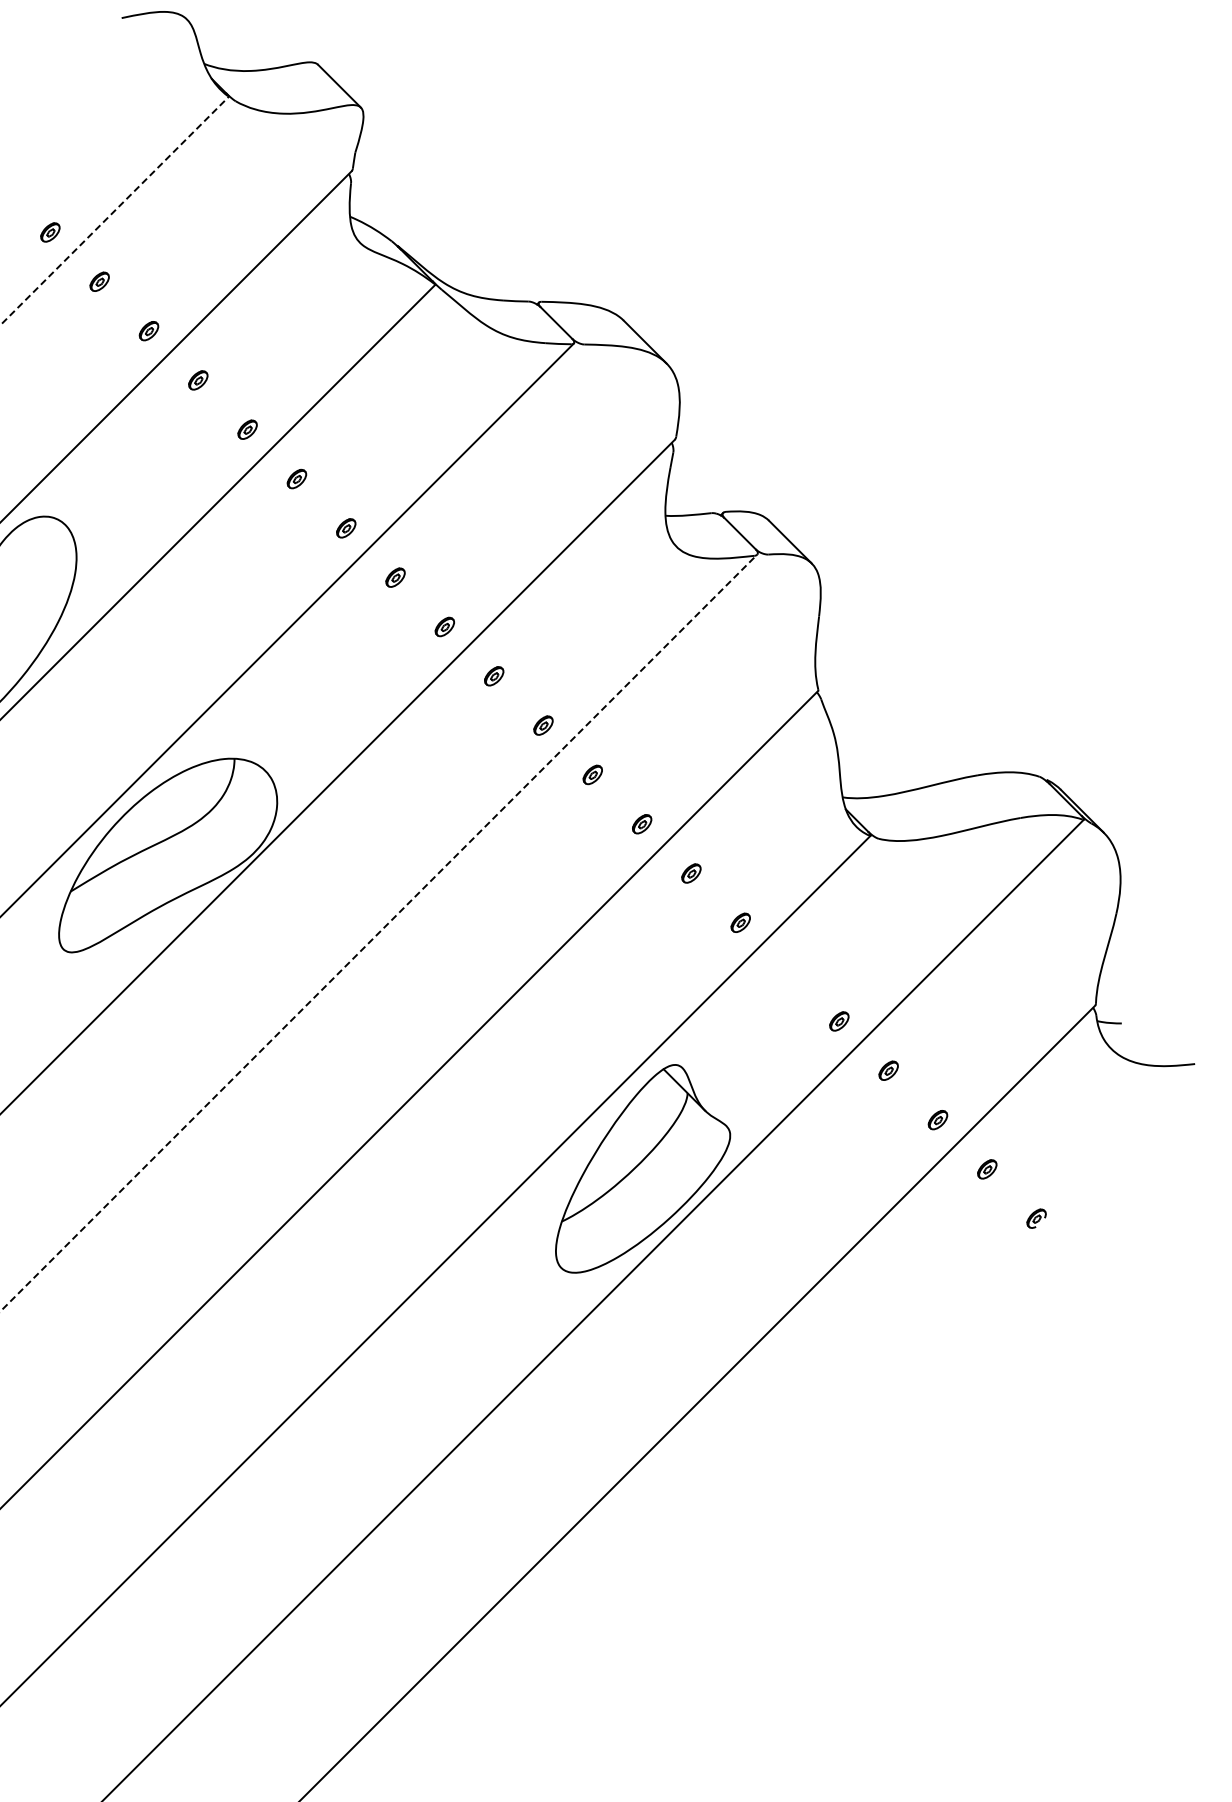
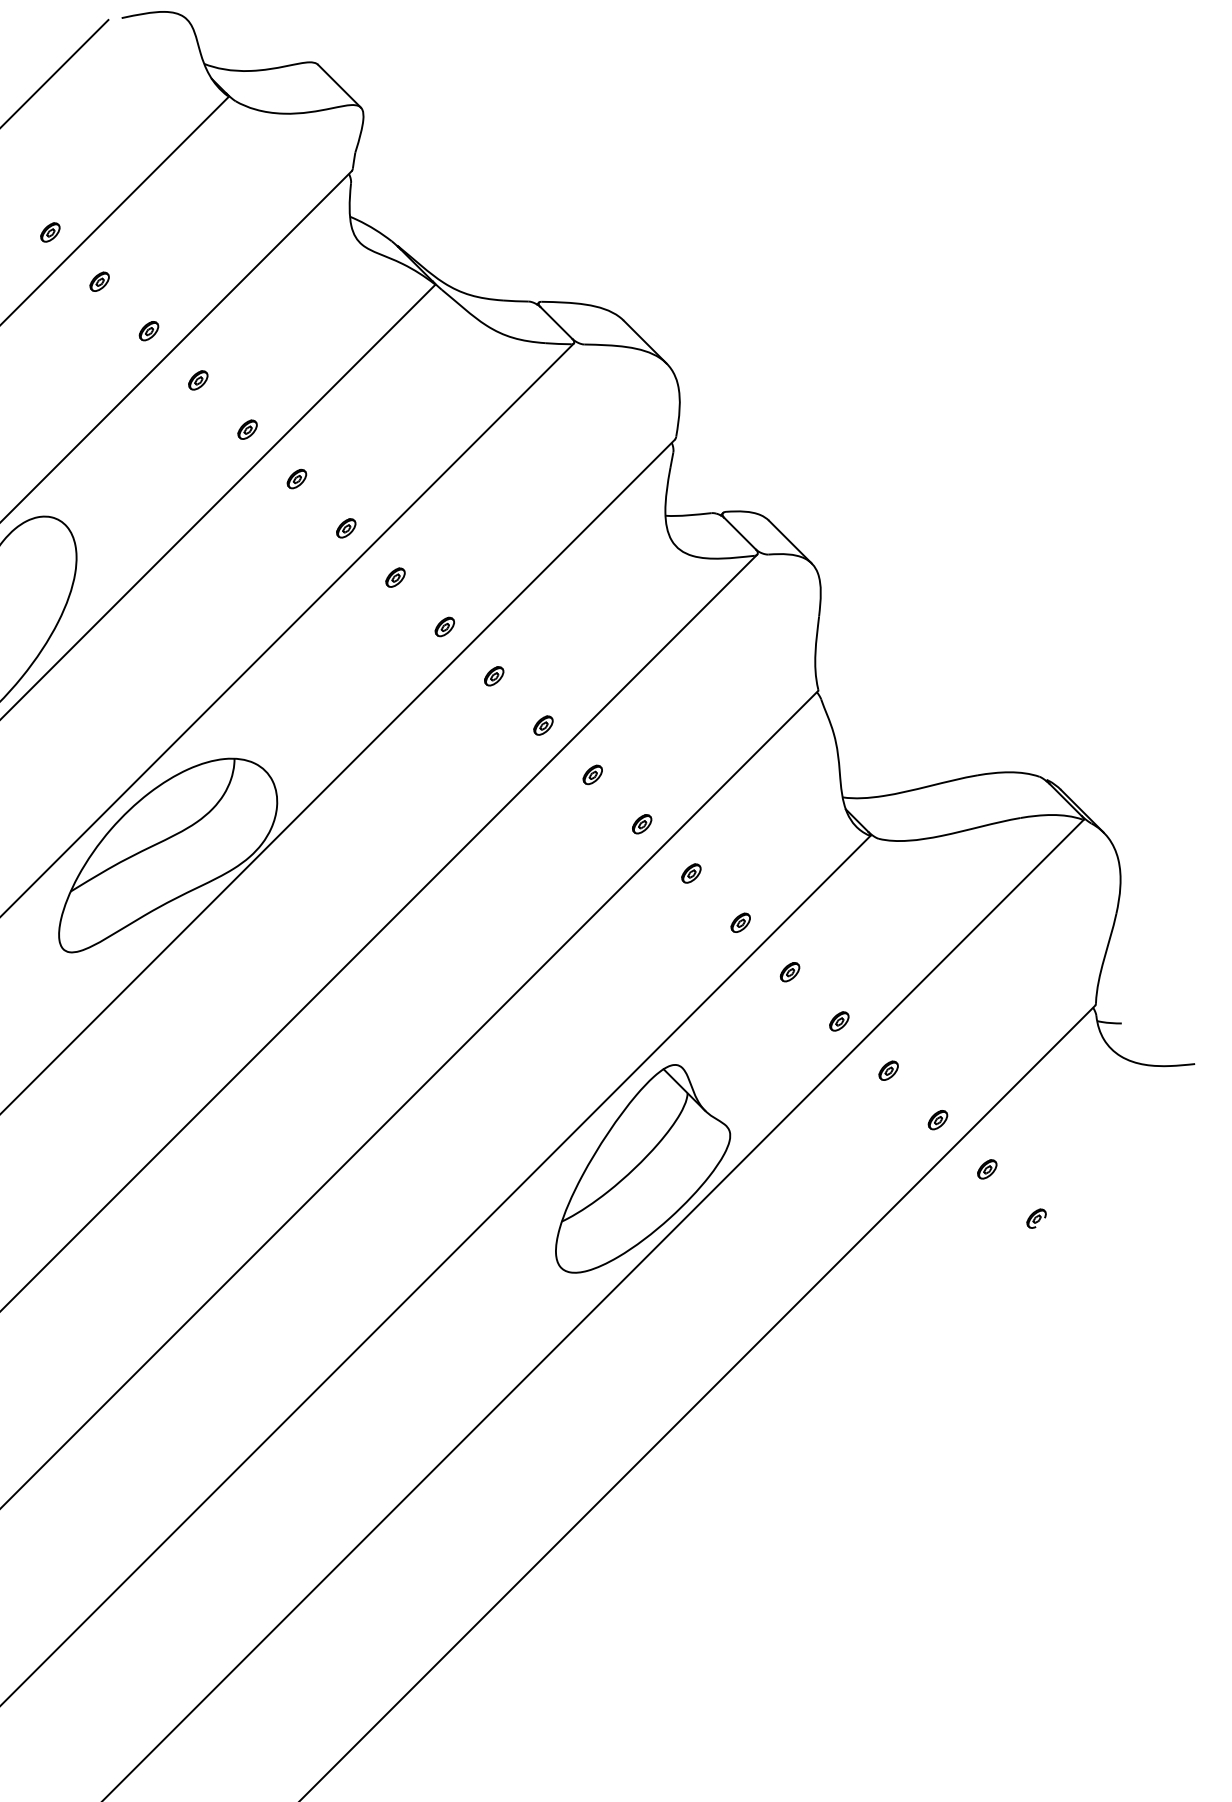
line at (55, 73): none -> present
line at (115, 210): dashed -> solid
line at (379, 932): dashed -> solid
part at (789, 972): none -> present
